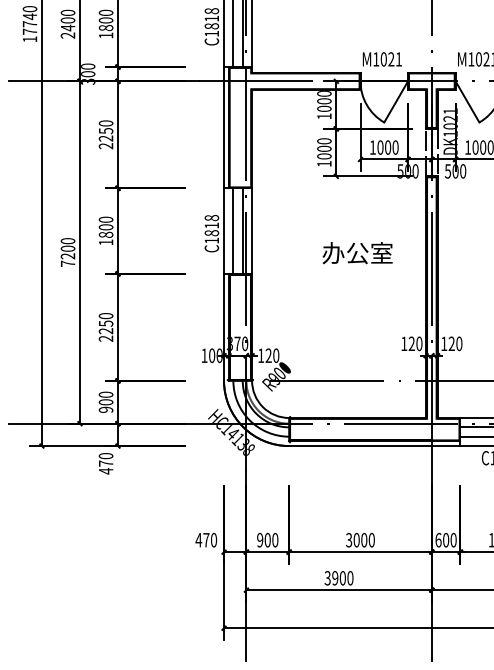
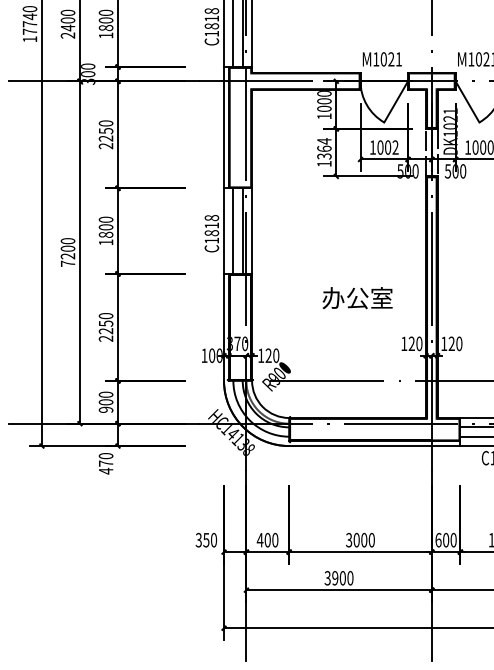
text at (395, 147): 1000 -> 1002
text at (324, 148): 1000 -> 1364
text at (357, 253) position: (357, 253) -> (357, 298)
text at (202, 539): 470 -> 350
text at (259, 540): 900 -> 400
